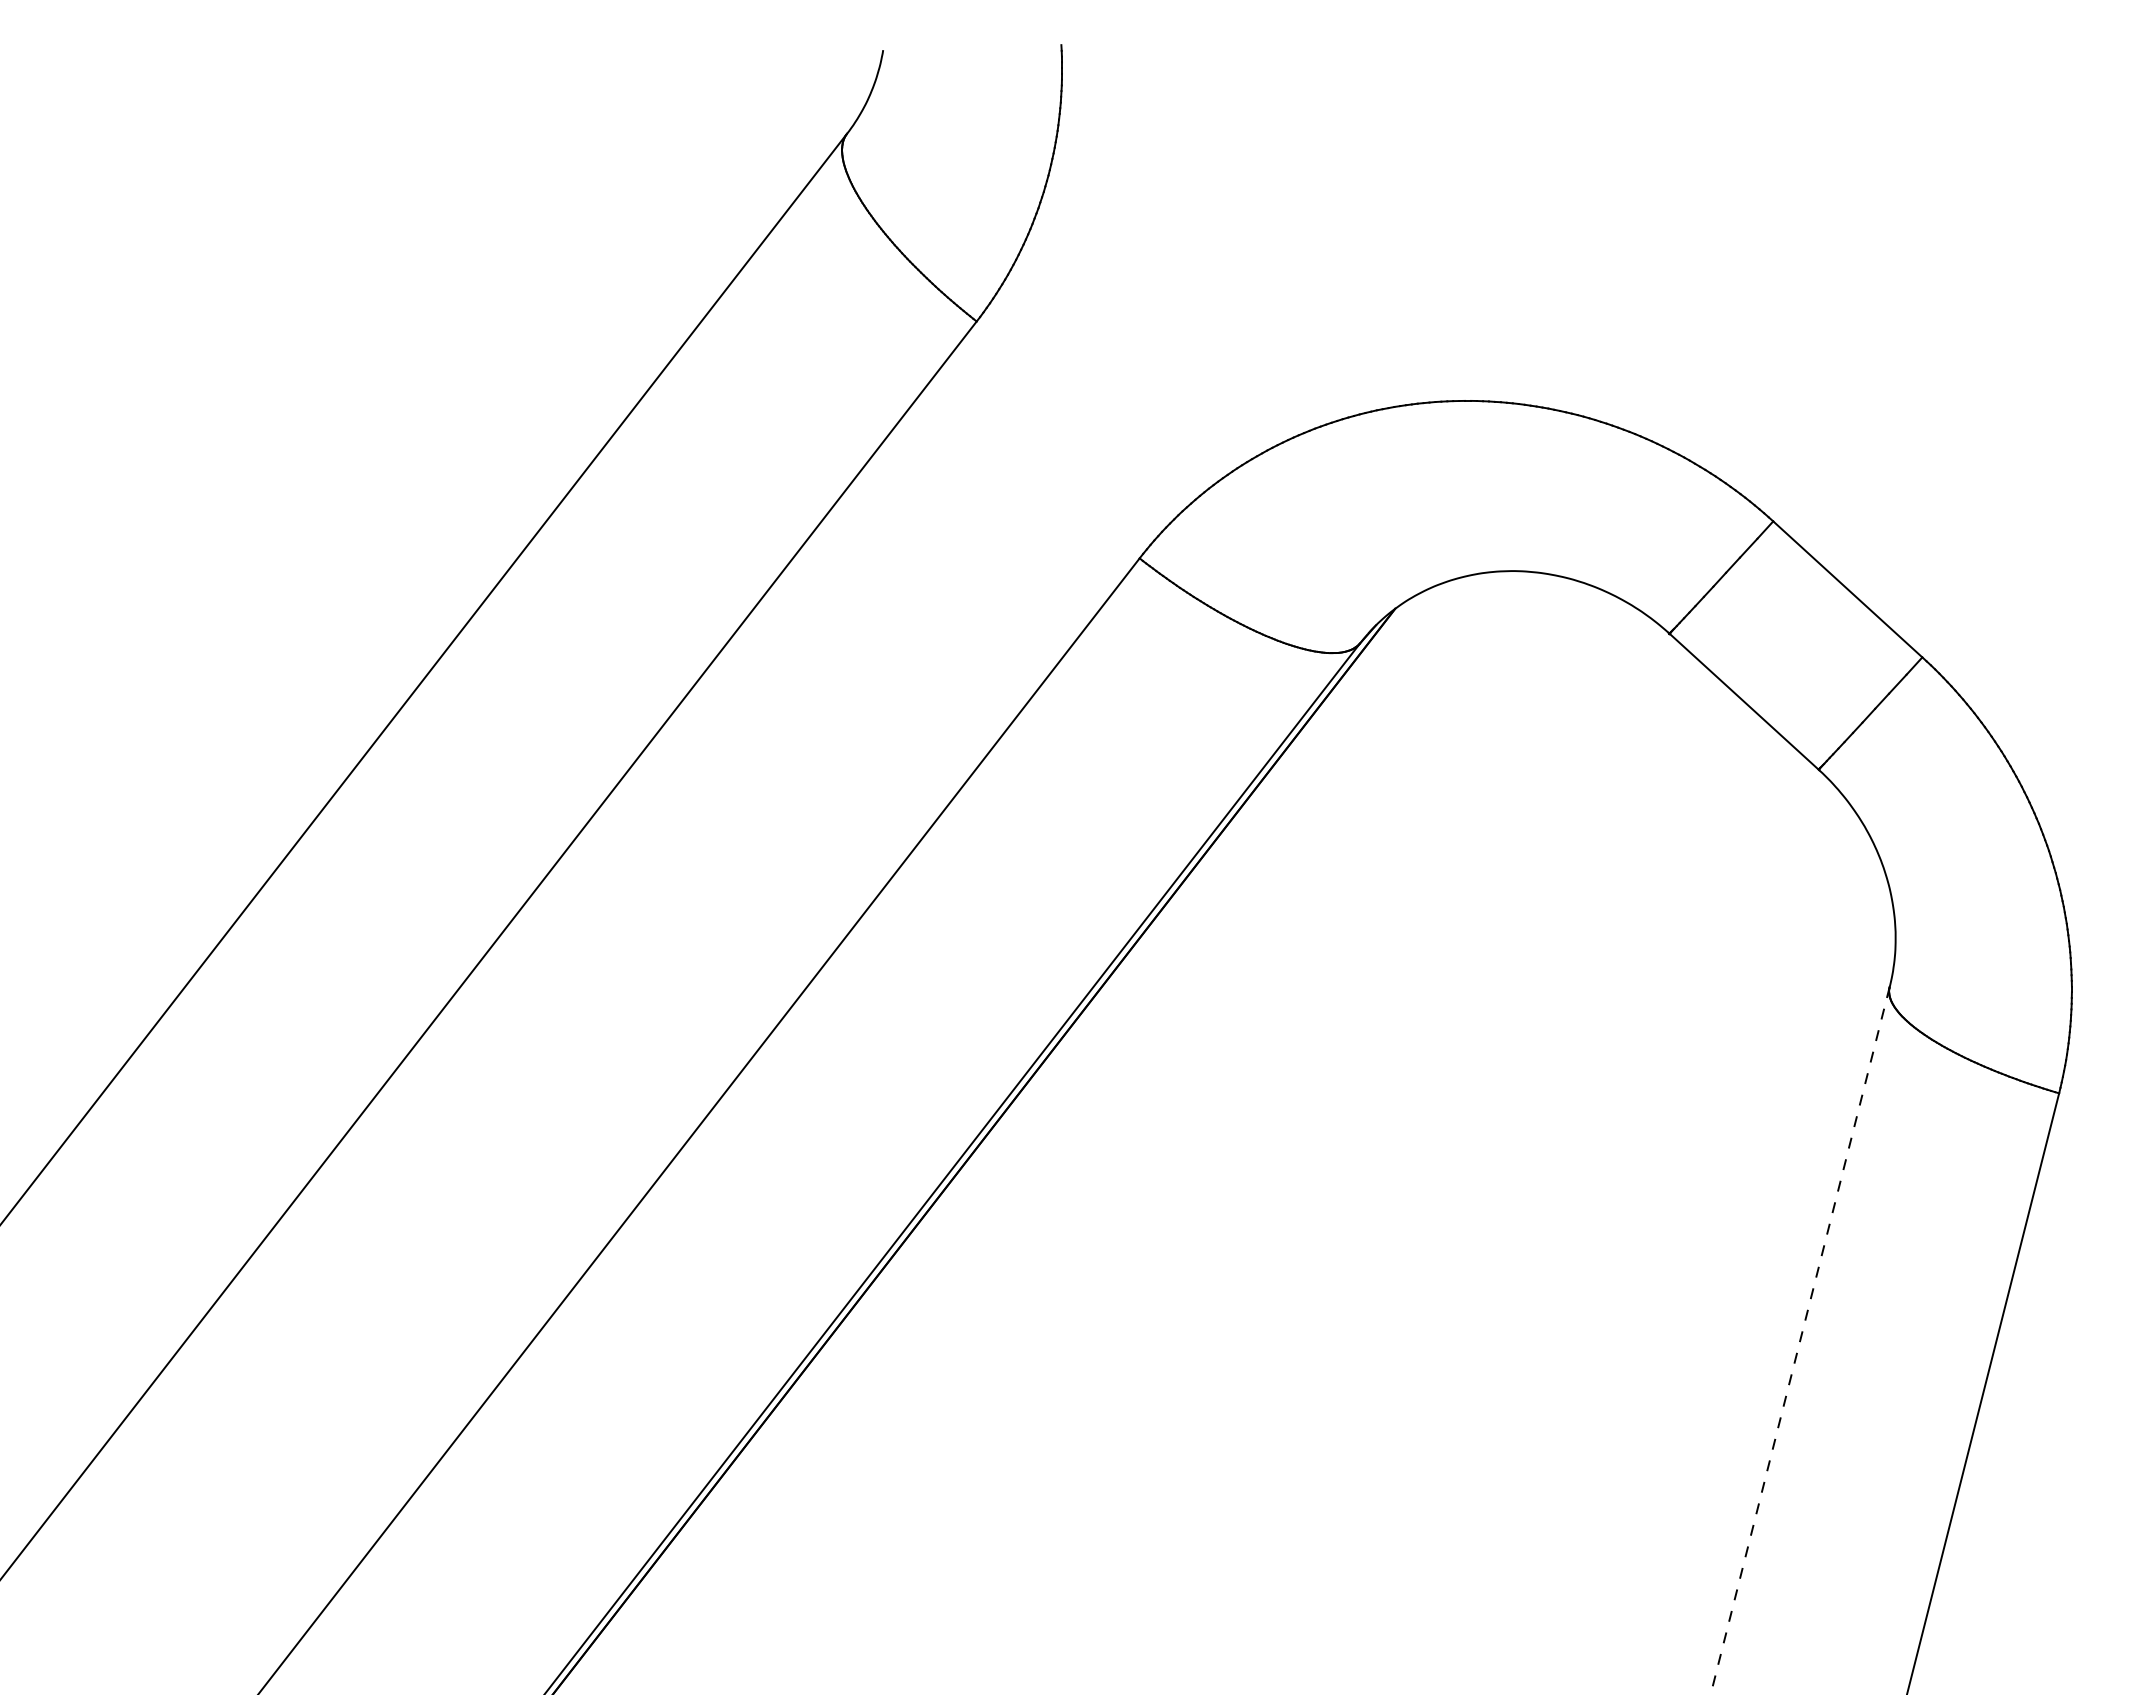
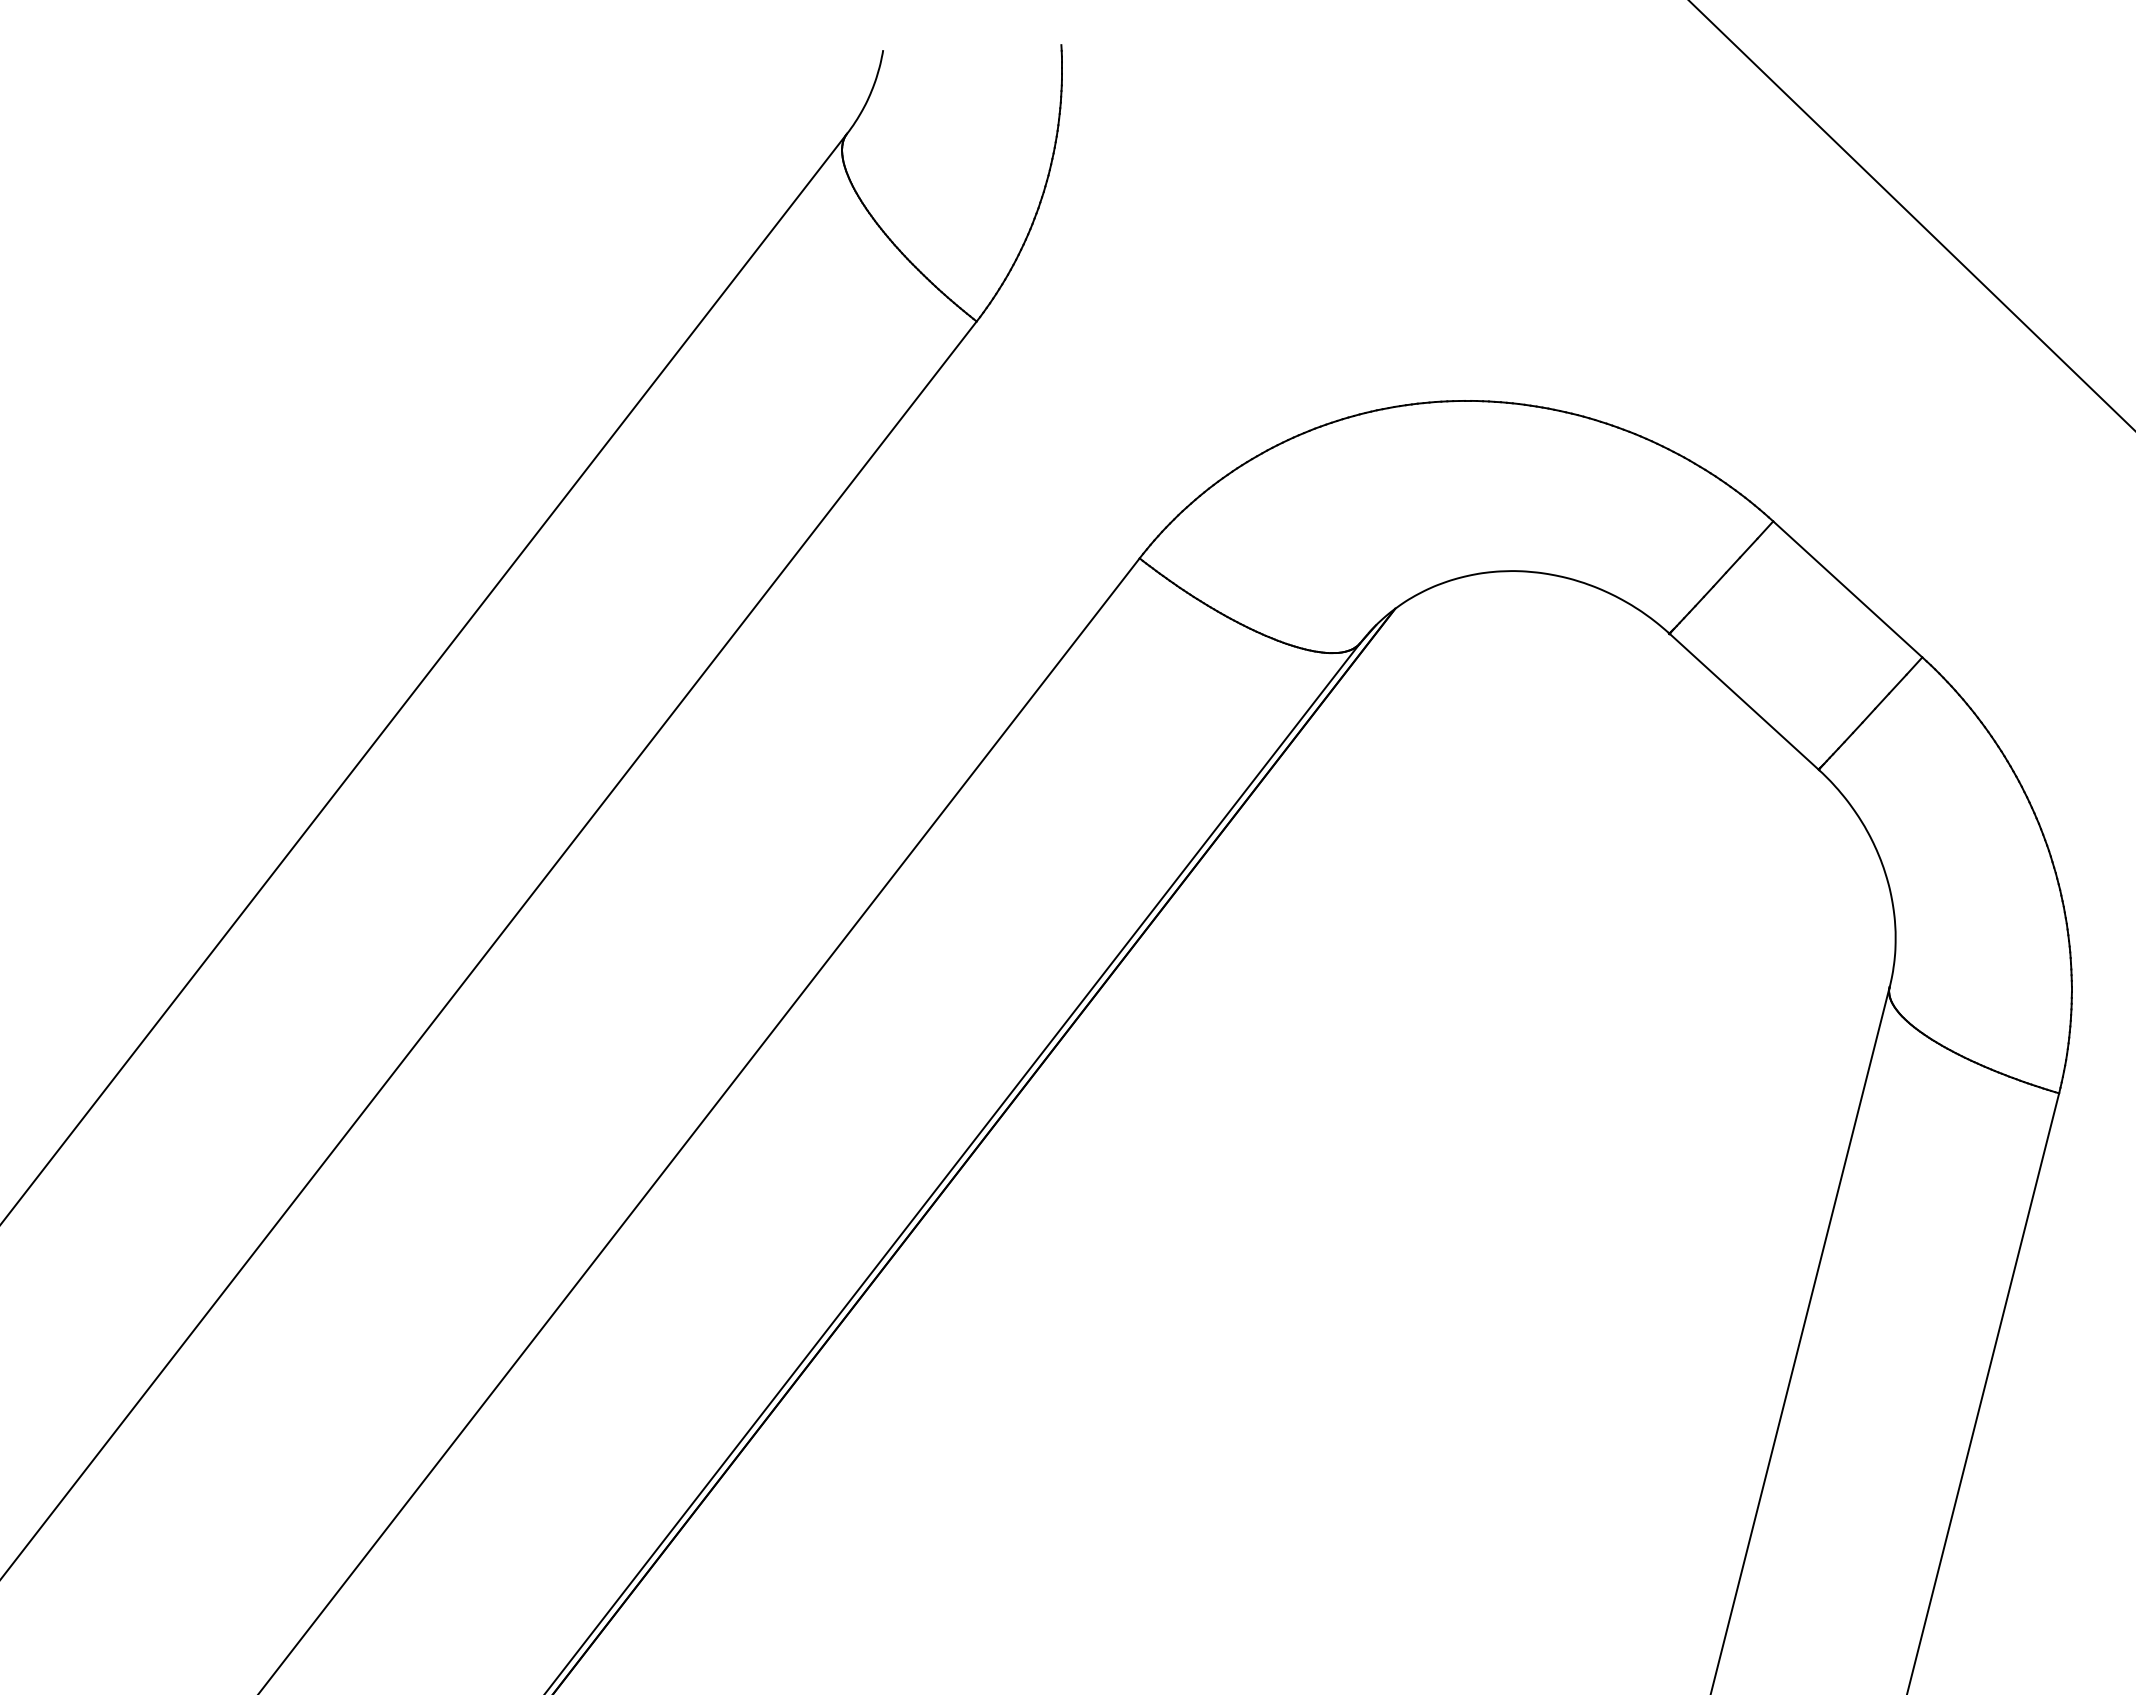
line at (1911, 215): none -> present
line at (1800, 1340): dashed -> solid
